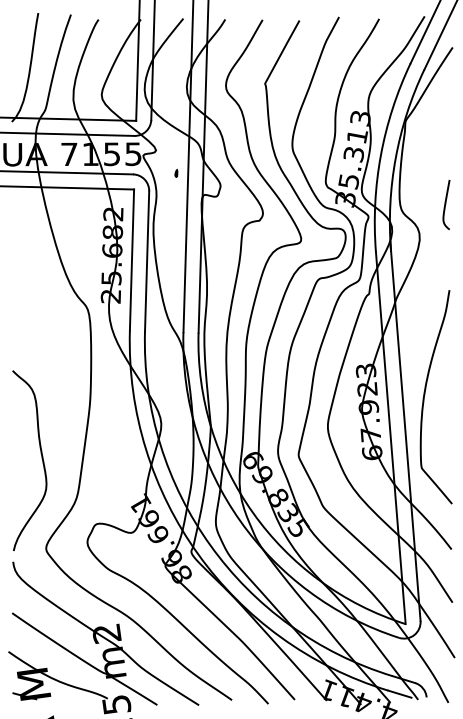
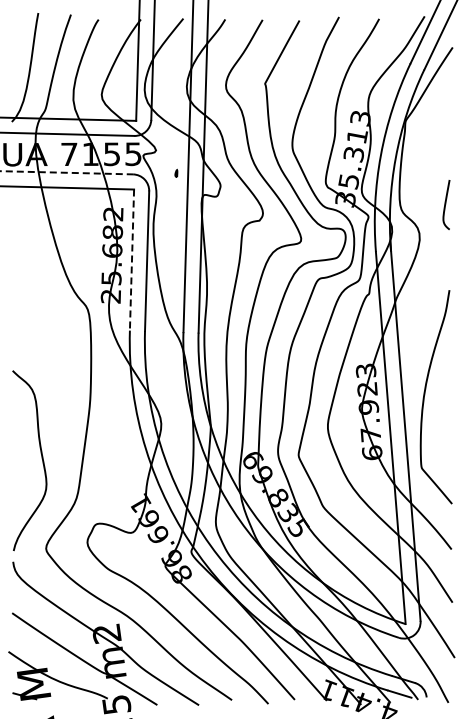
line at (67, 172): solid -> dashed
line at (132, 260): solid -> dashed
